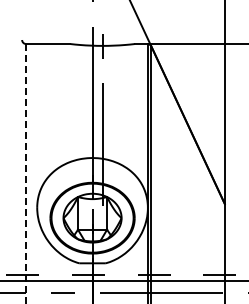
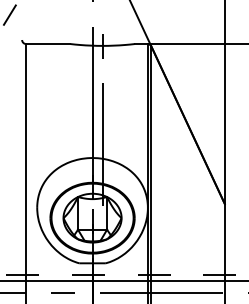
line at (9, 14): none -> present
line at (26, 173): dashed -> solid
